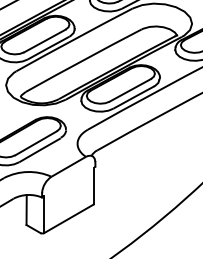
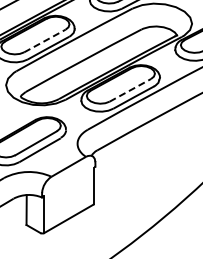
line at (44, 41): solid -> dashed
line at (130, 90): solid -> dashed
